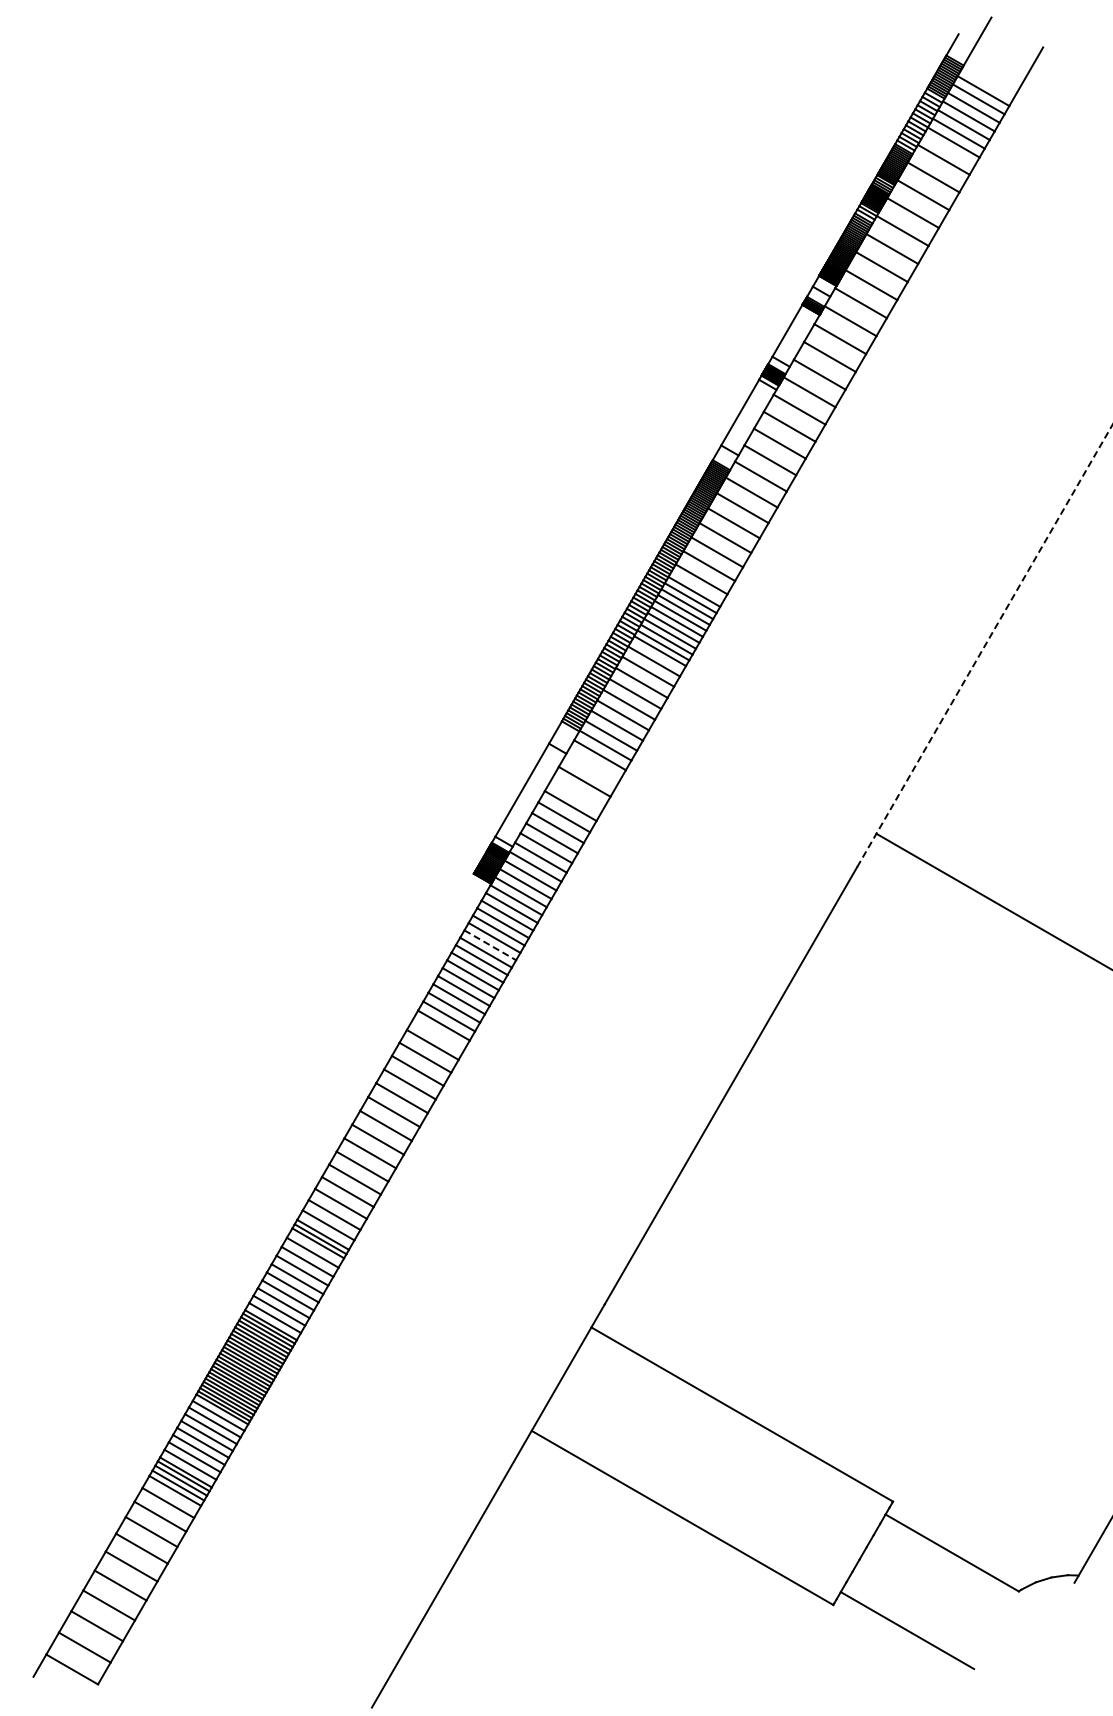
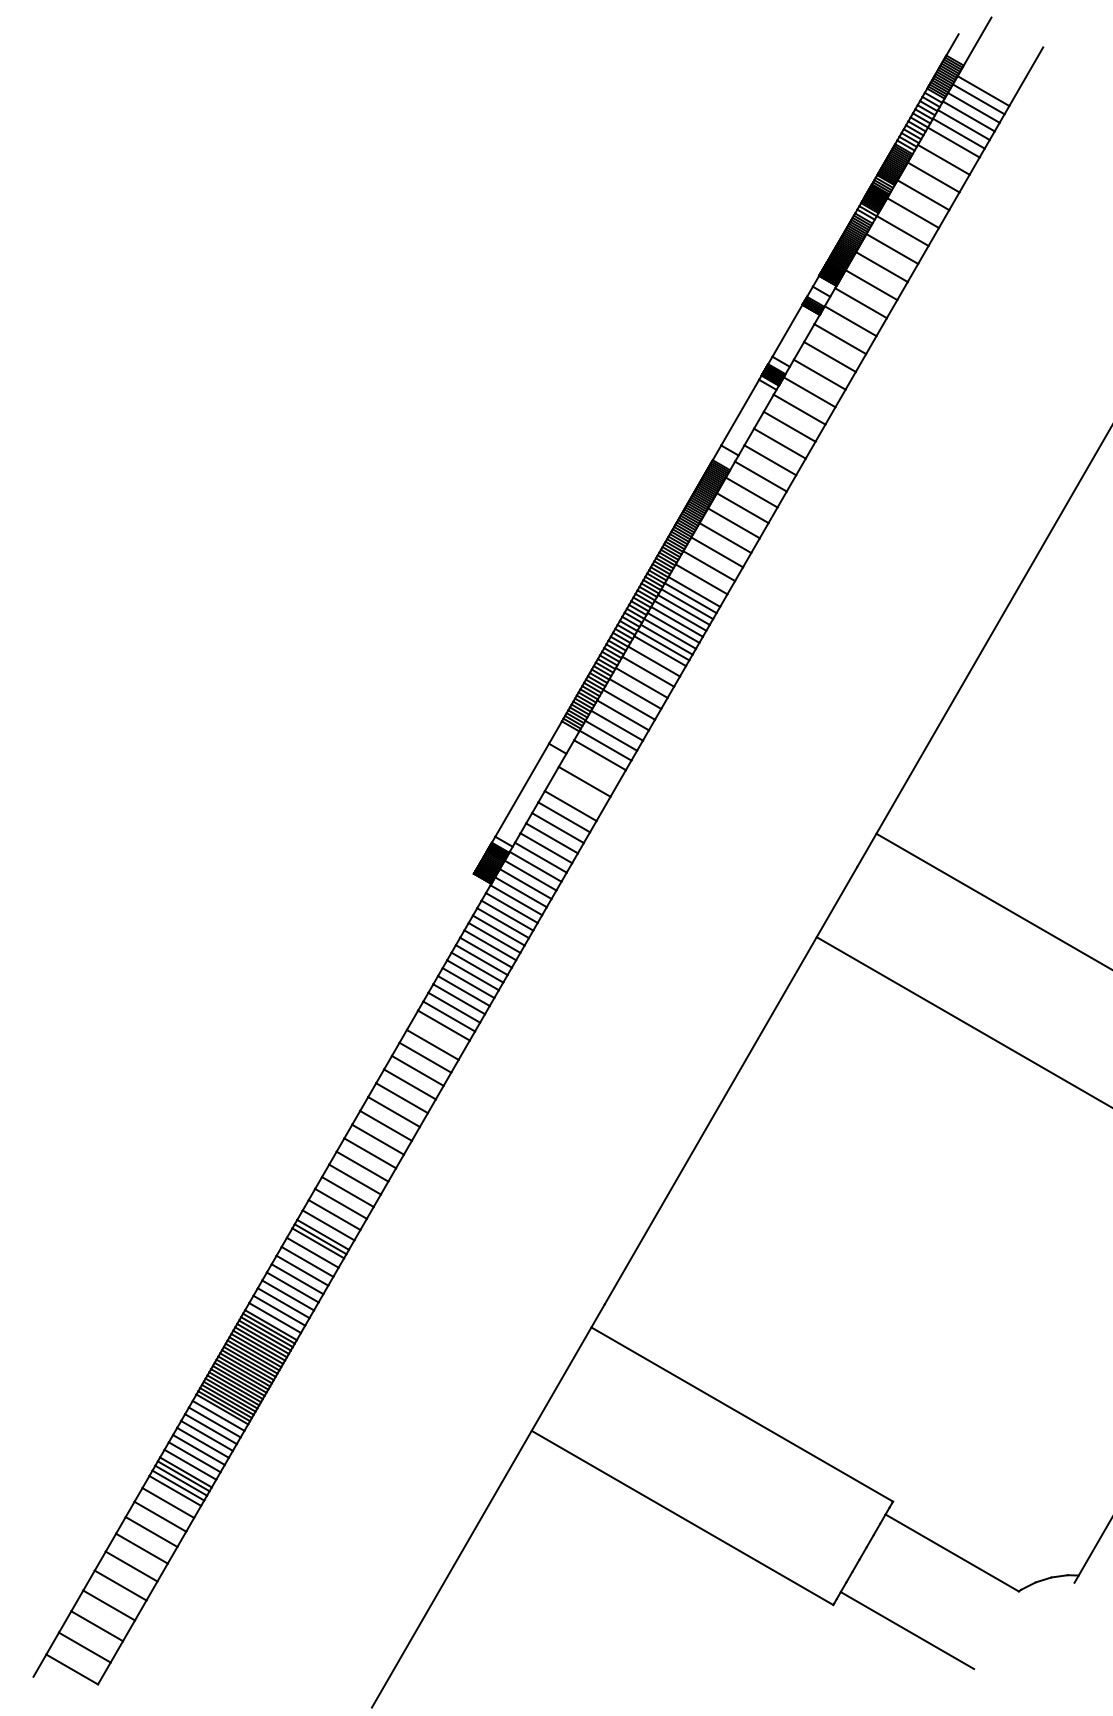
line at (985, 645): dashed -> solid
line at (490, 945): dashed -> solid
line at (962, 1021): none -> present
